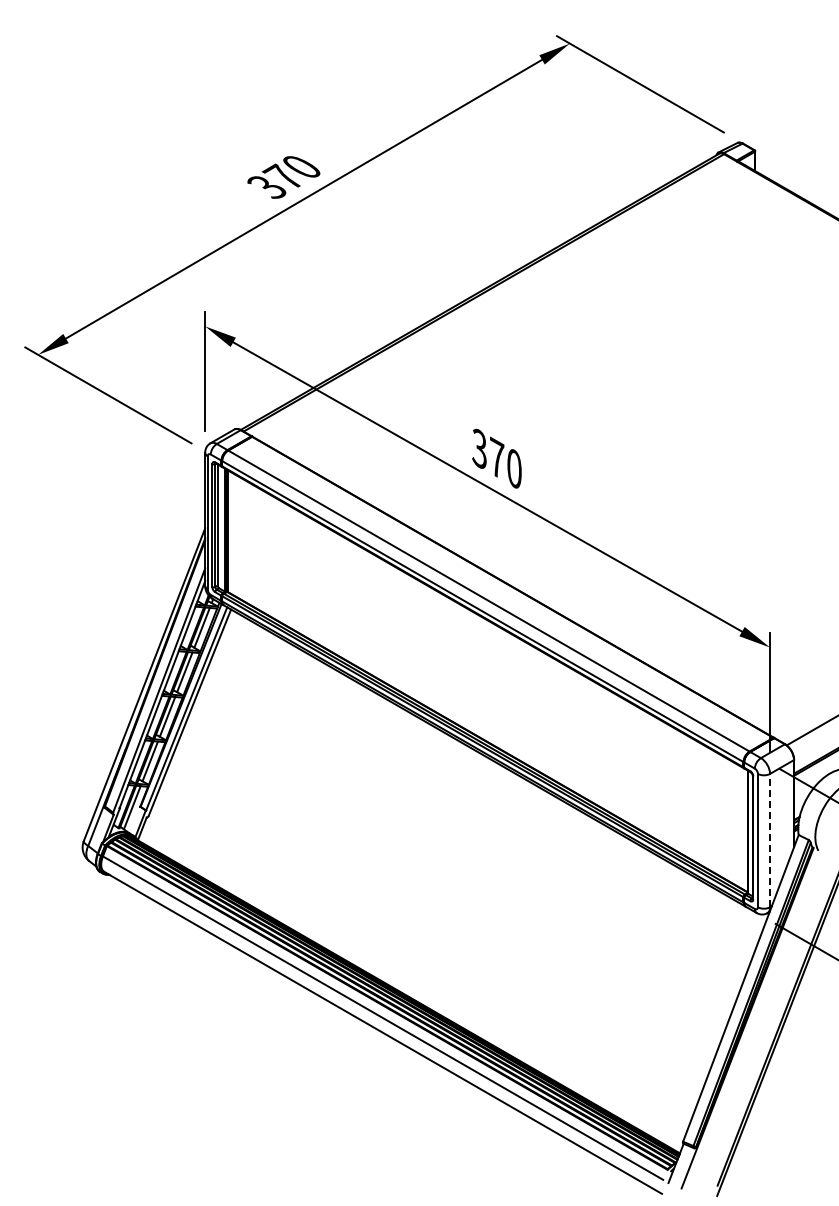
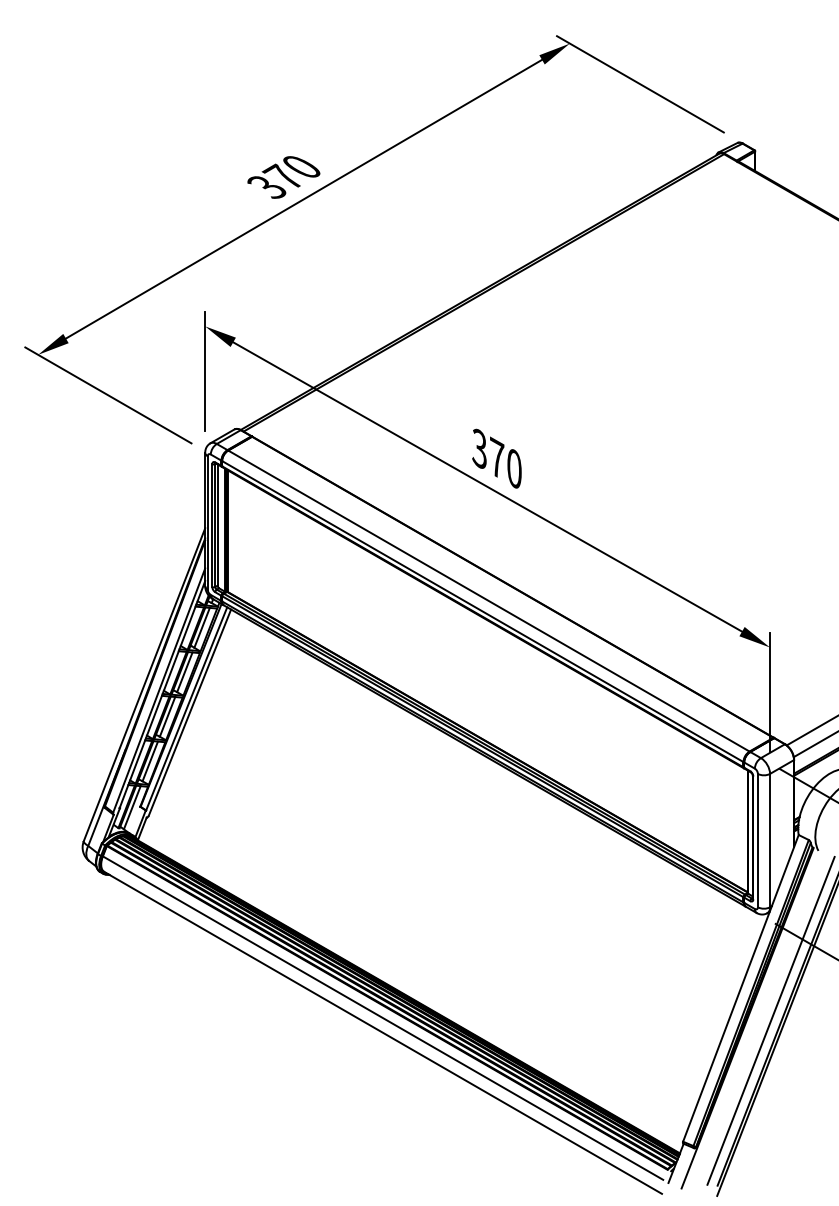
line at (814, 745): none -> present
line at (770, 840): dashed -> solid
line at (770, 1020): none -> present
